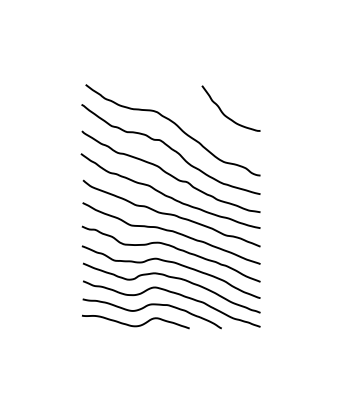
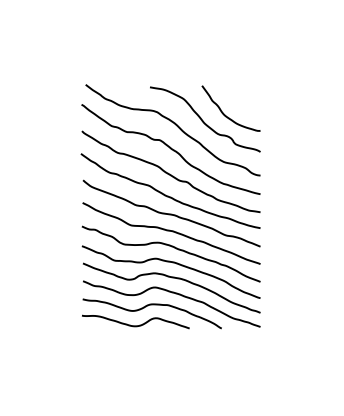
curve at (203, 120): none -> present
